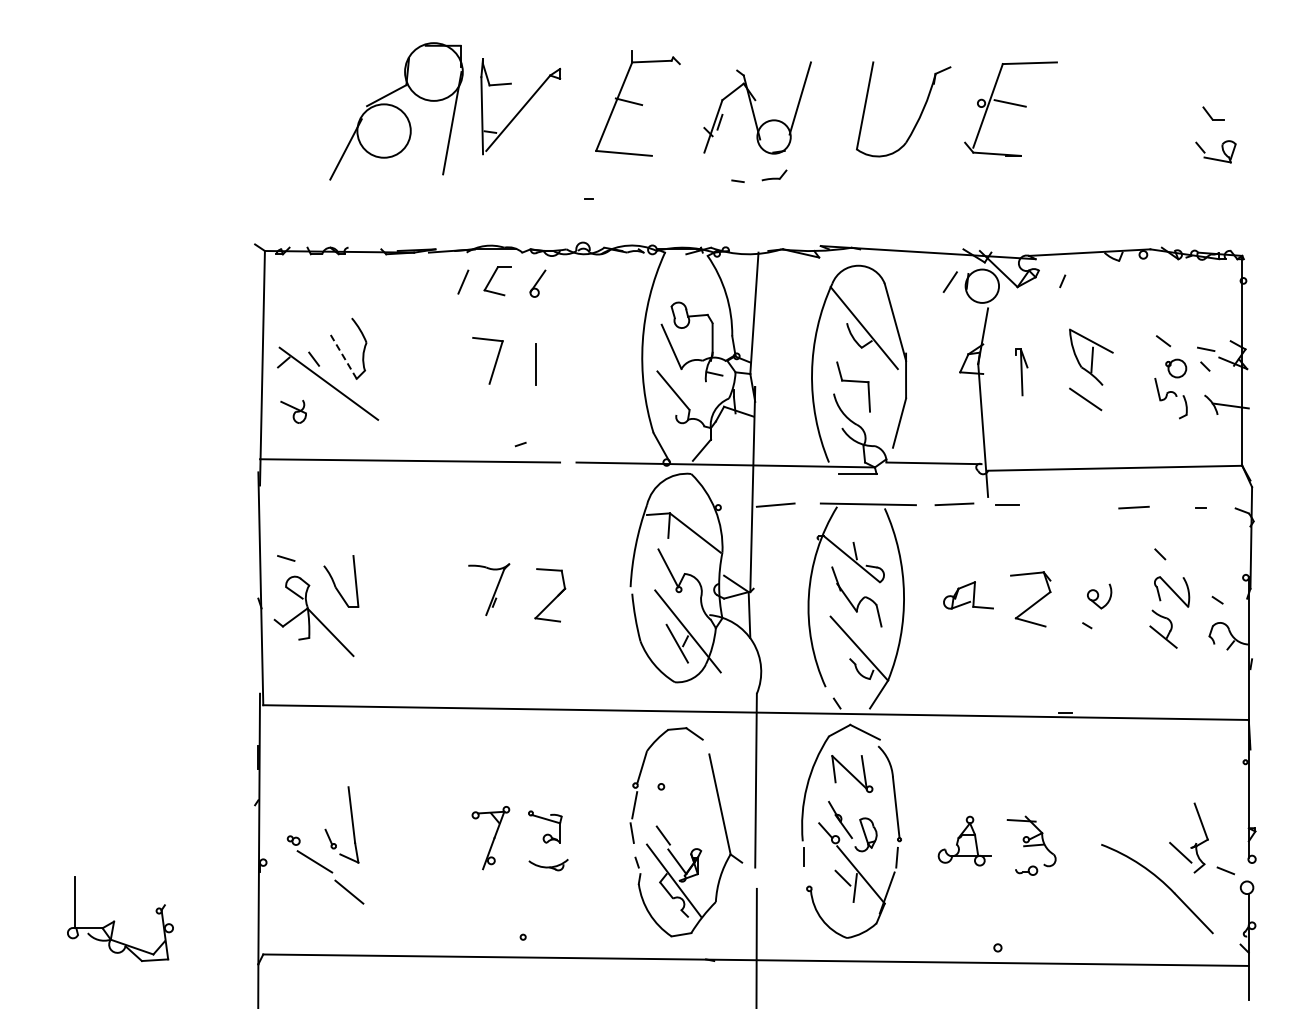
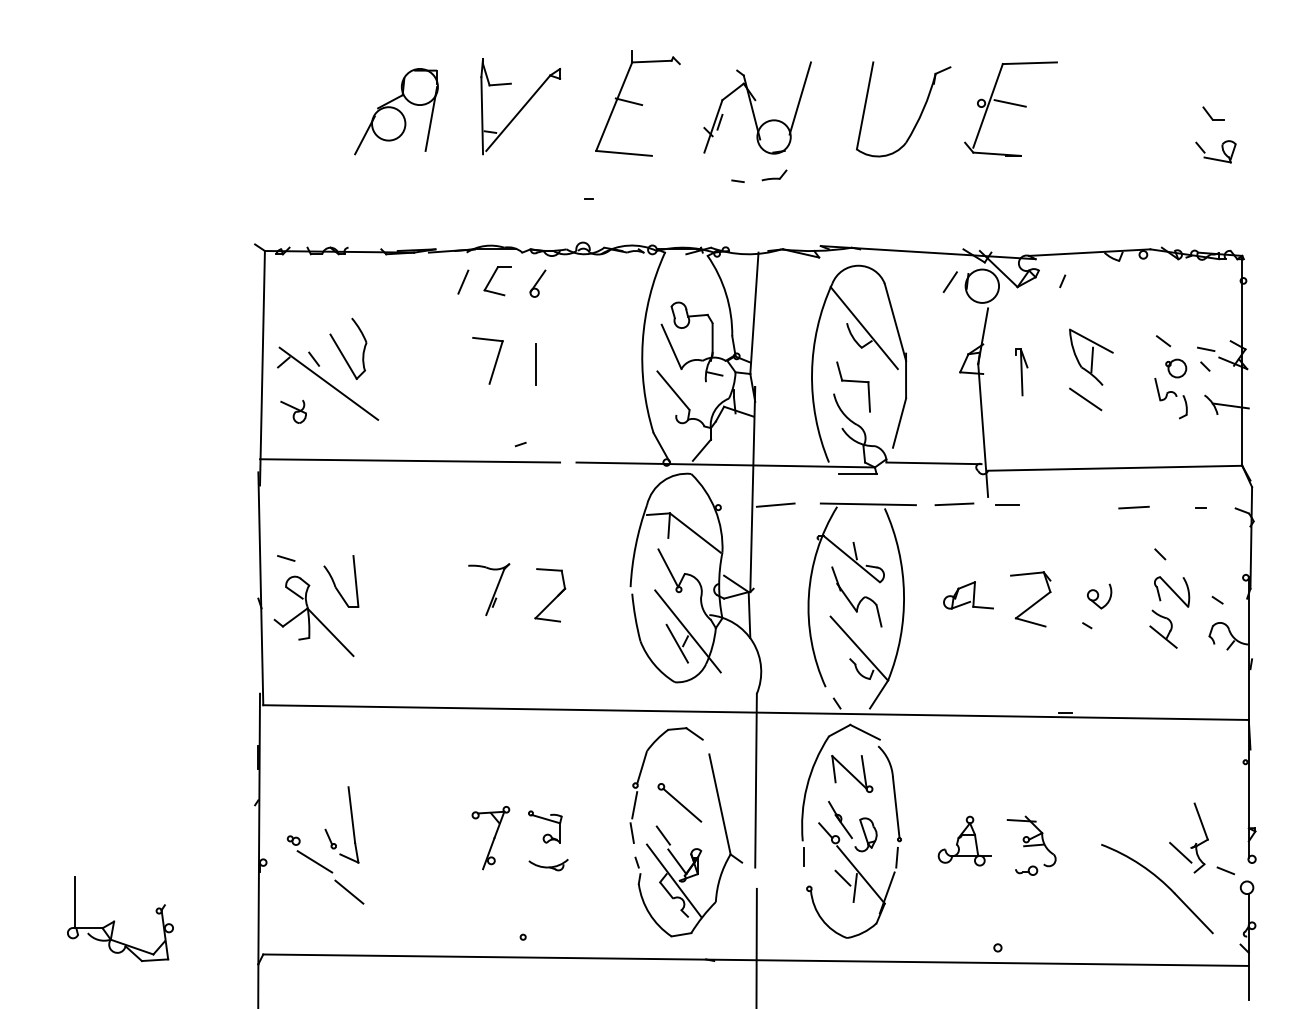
part at (396, 111) size: 135x139 px -> 85x88 px
line at (343, 356): dashed -> solid
line at (682, 804): none -> present
